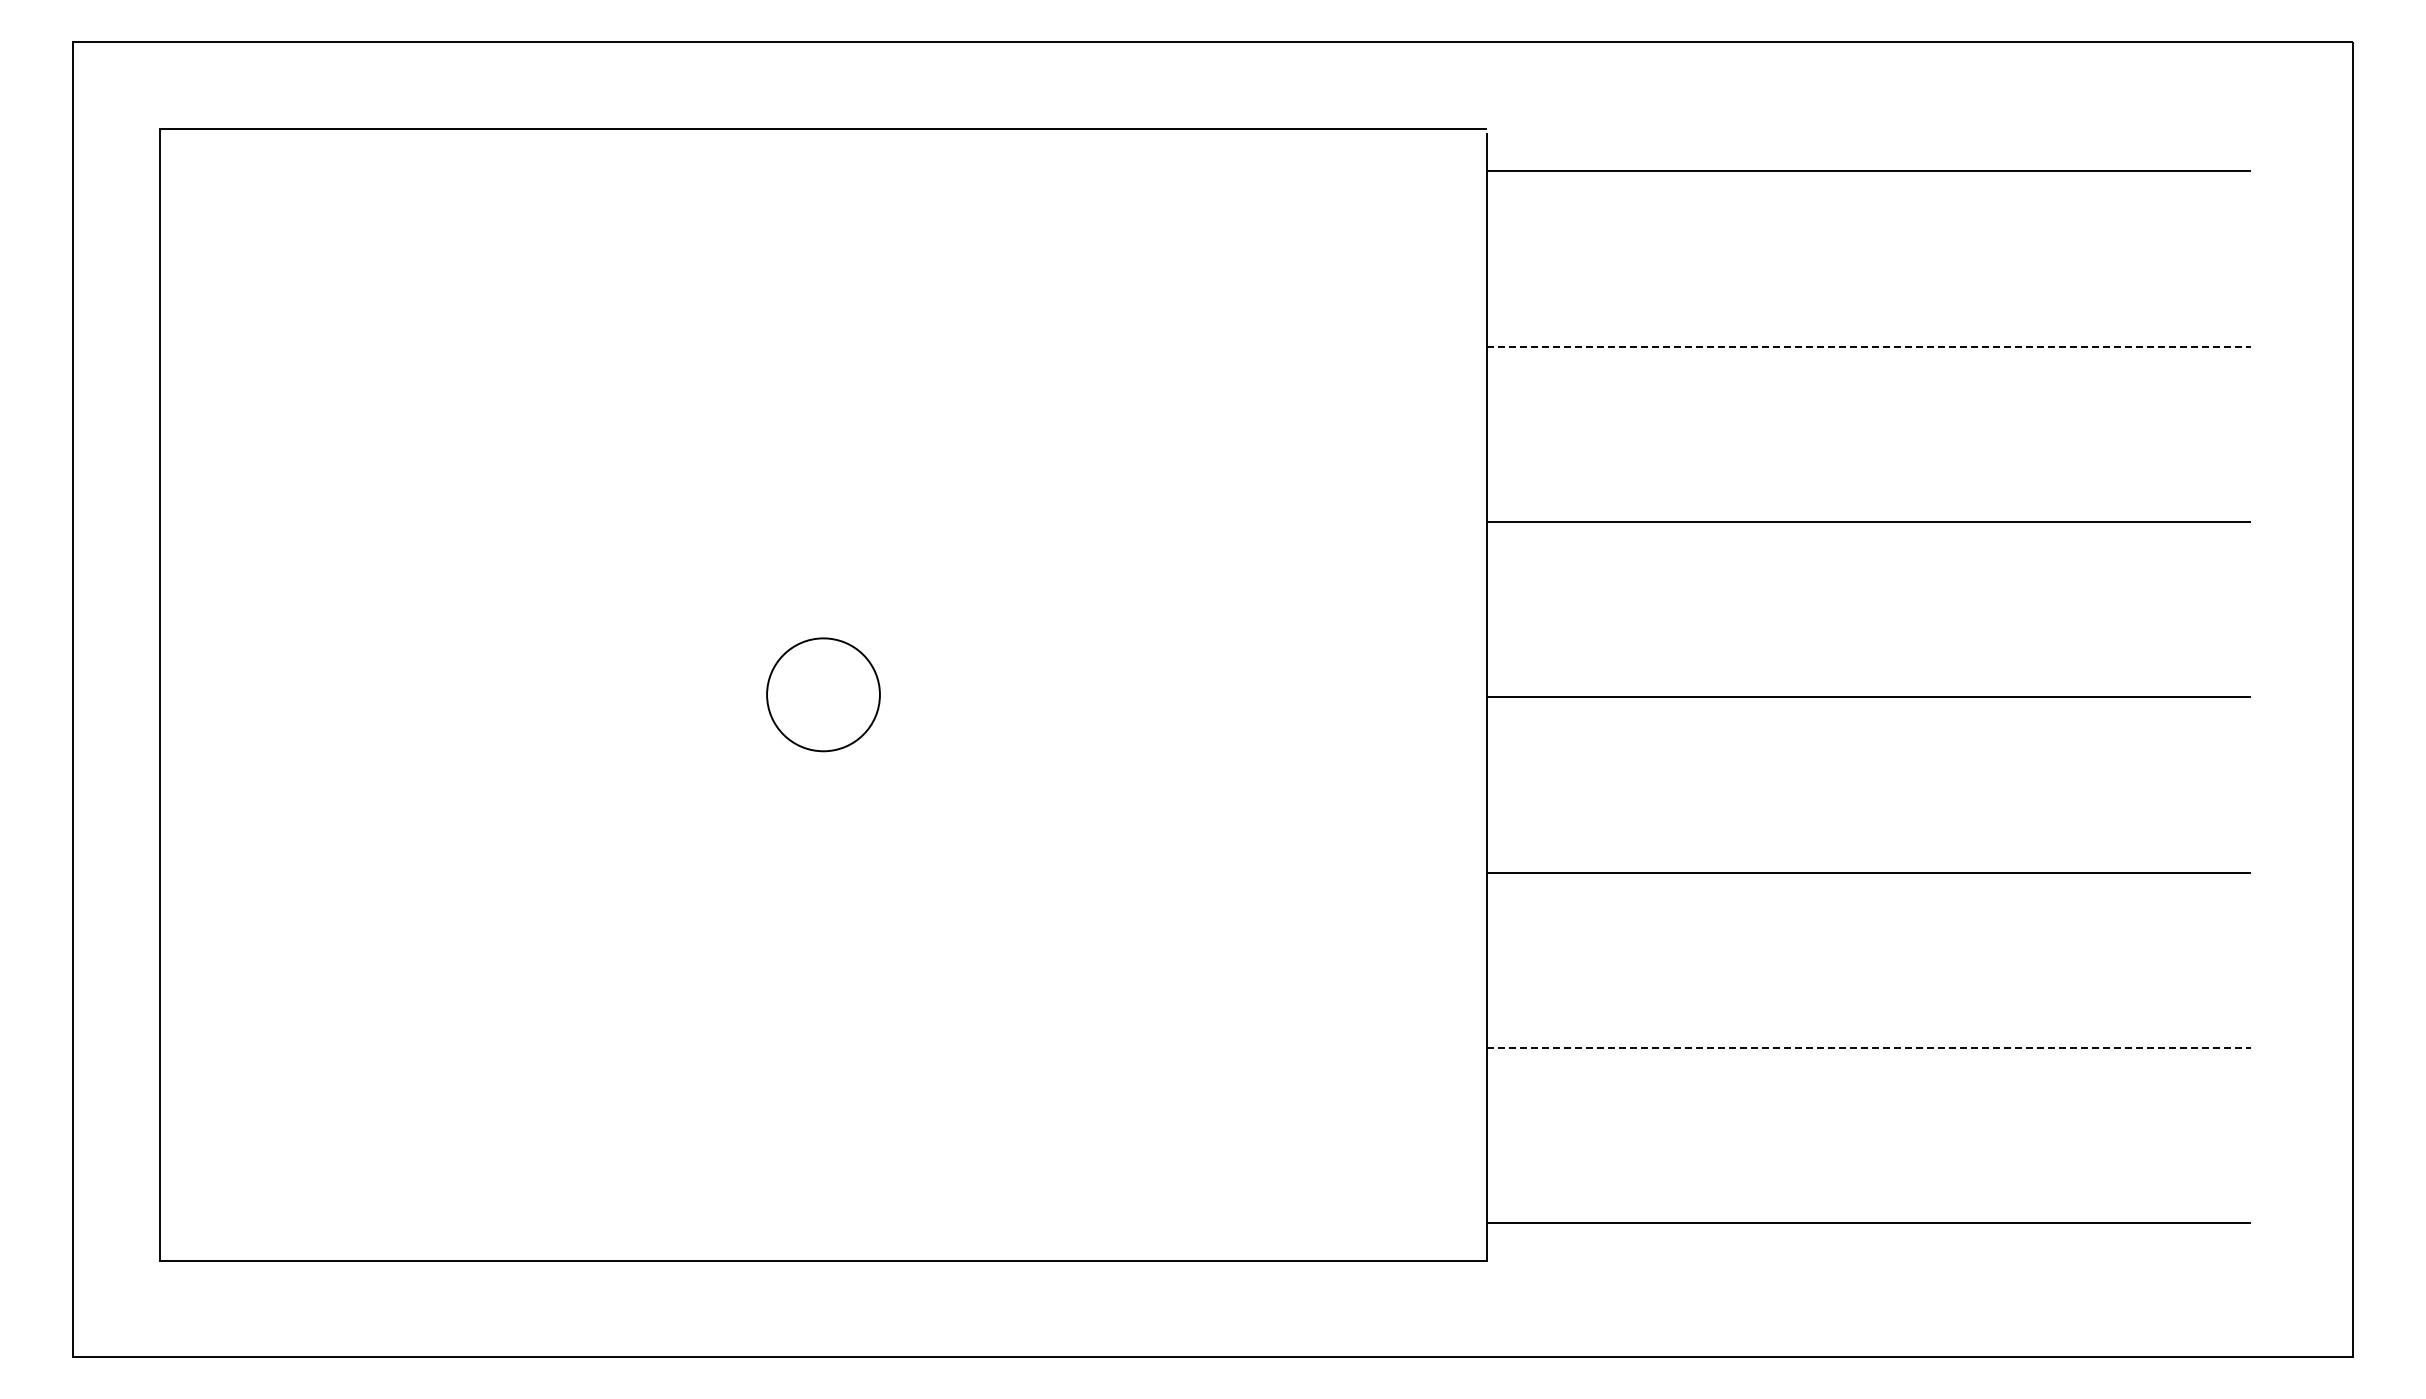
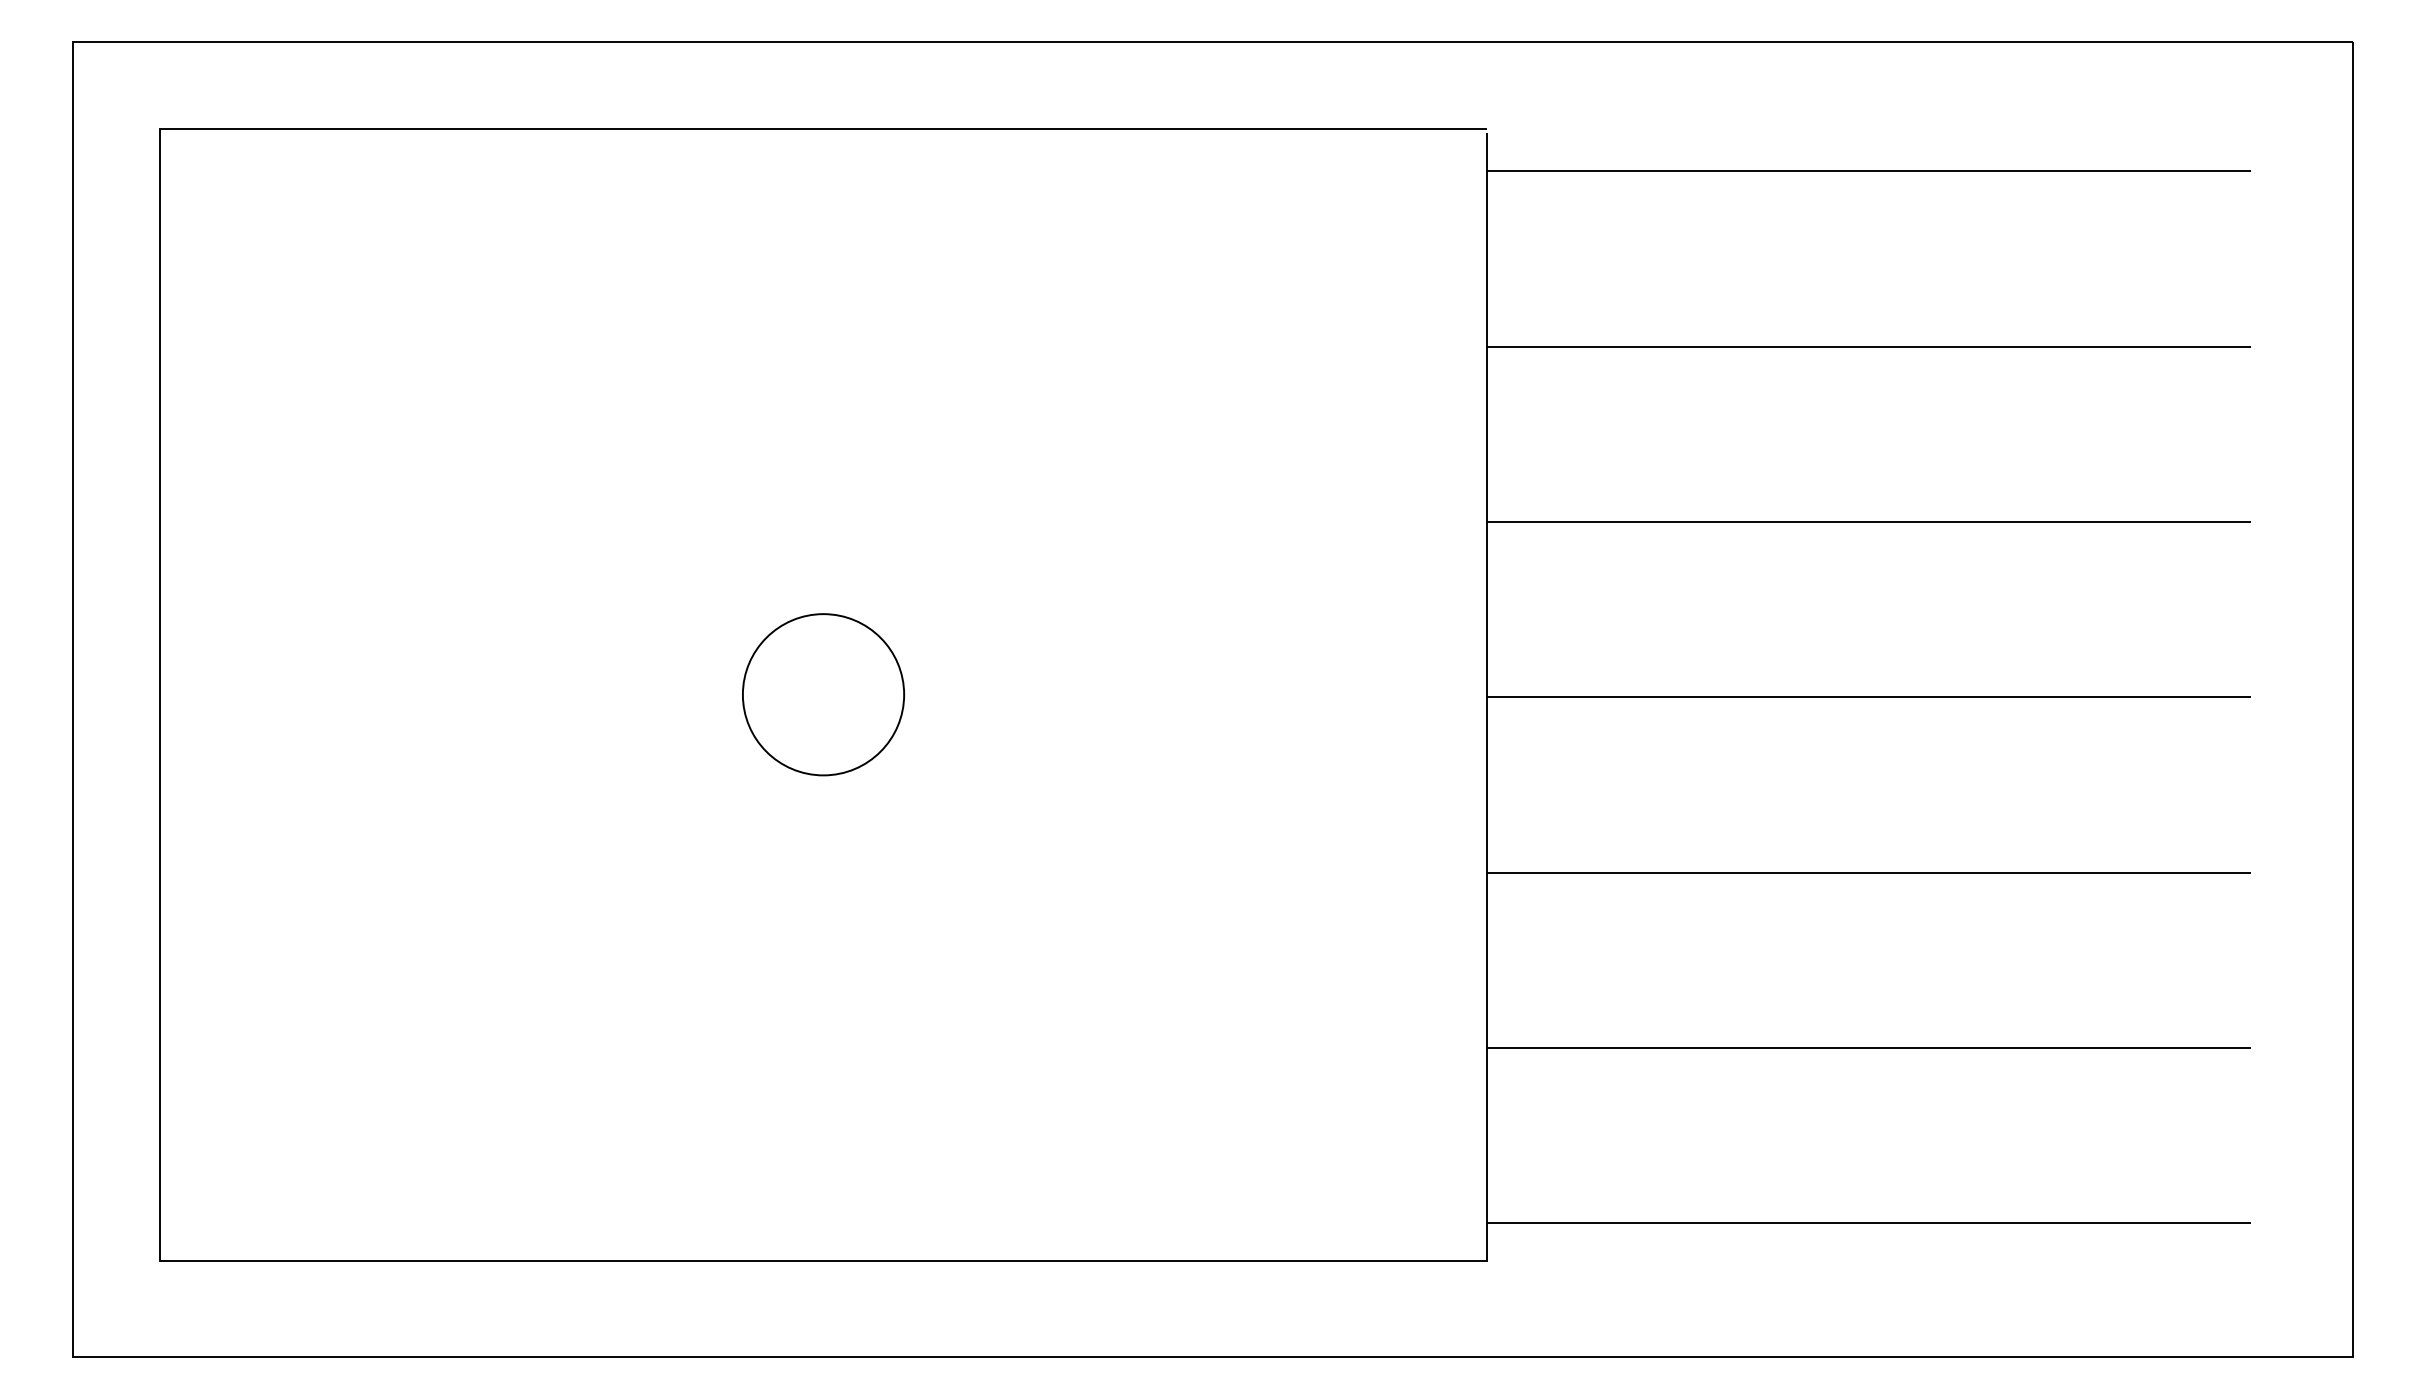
line at (1869, 346): dashed -> solid
circle at (823, 694) size: 115x116 px -> 163x164 px
line at (1869, 1047): dashed -> solid
